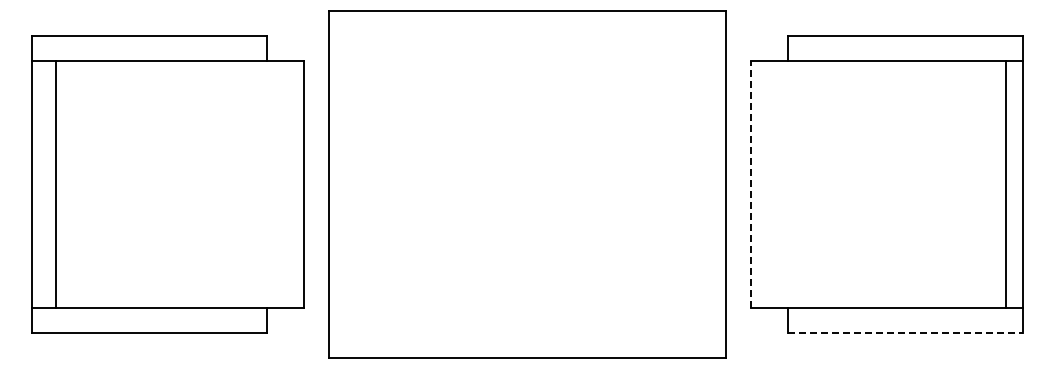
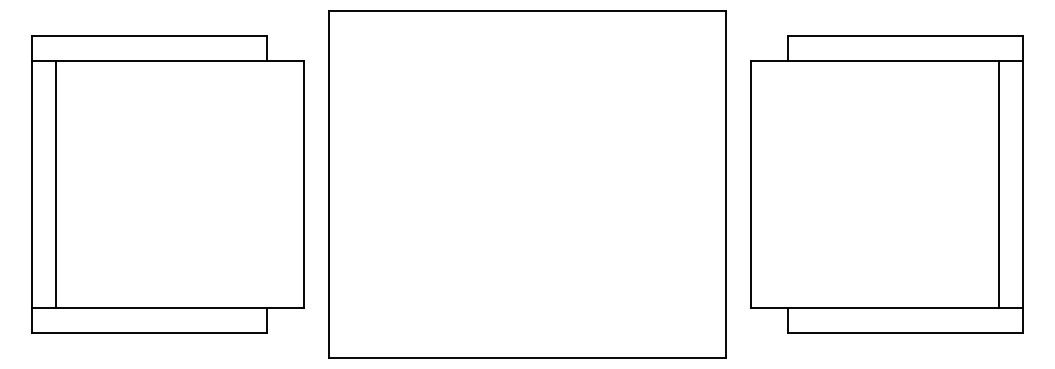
line at (750, 184): dashed -> solid
line at (1005, 184) position: (1005, 184) -> (998, 184)
line at (905, 333): dashed -> solid
